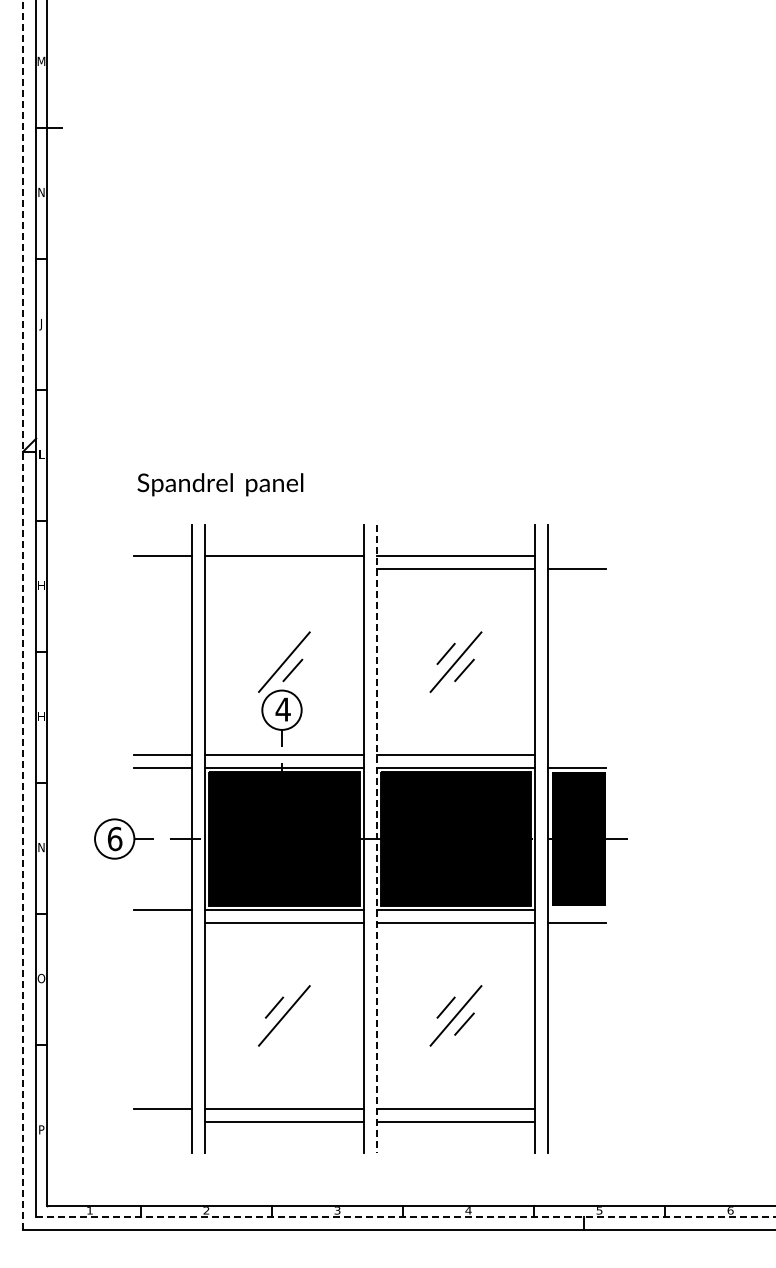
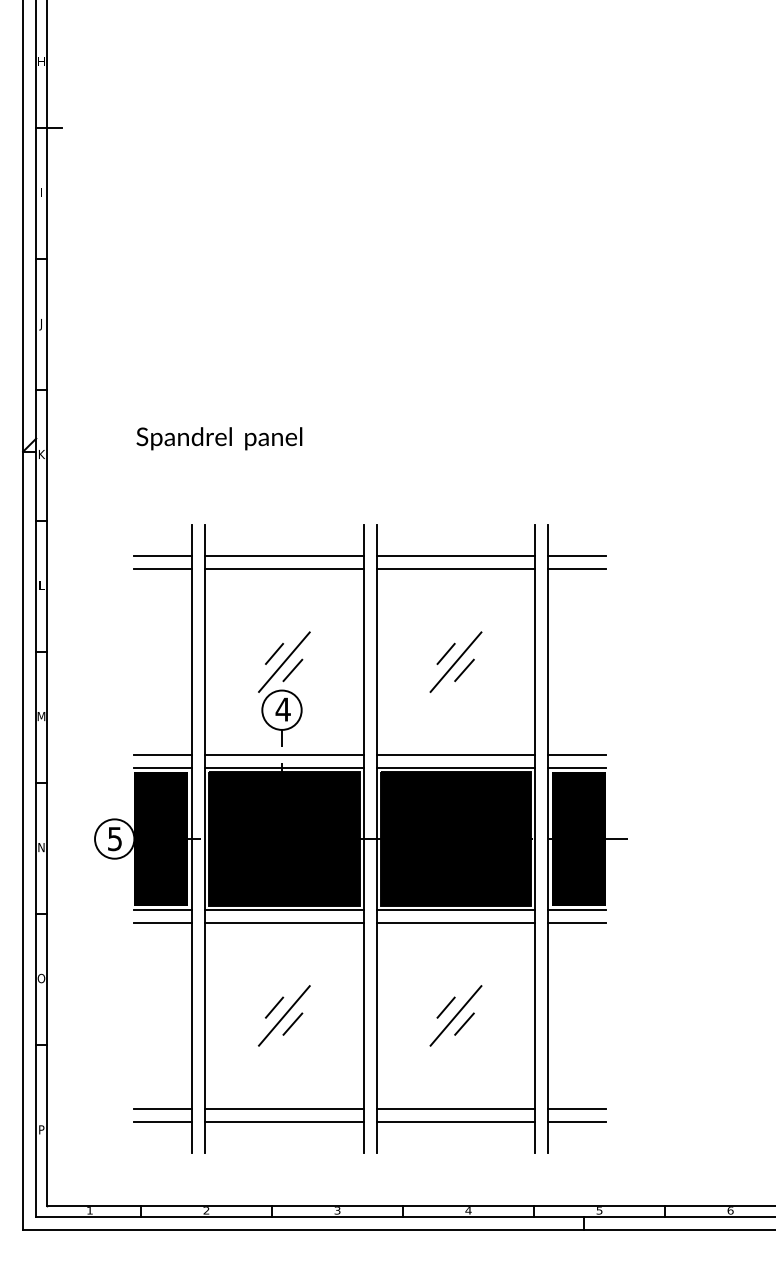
text at (41, 60): M -> H
text at (41, 191): N -> I
text at (41, 454): L -> K
text at (220, 484) position: (220, 484) -> (219, 438)
line at (577, 556): none -> present
line at (163, 569): none -> present
line at (284, 569): none -> present
text at (41, 585): H -> L
line at (23, 615): dashed -> solid
line at (274, 653): none -> present
text at (41, 716): H -> M
line at (577, 755): none -> present
text at (114, 838): 6 -> 5
fill at (161, 838): none -> present
line at (376, 839): dashed -> solid
line at (577, 909): none -> present
line at (163, 922): none -> present
line at (292, 1023): none -> present
line at (577, 1108): none -> present
line at (163, 1122): none -> present
line at (577, 1122): none -> present
line at (406, 1216): dashed -> solid
